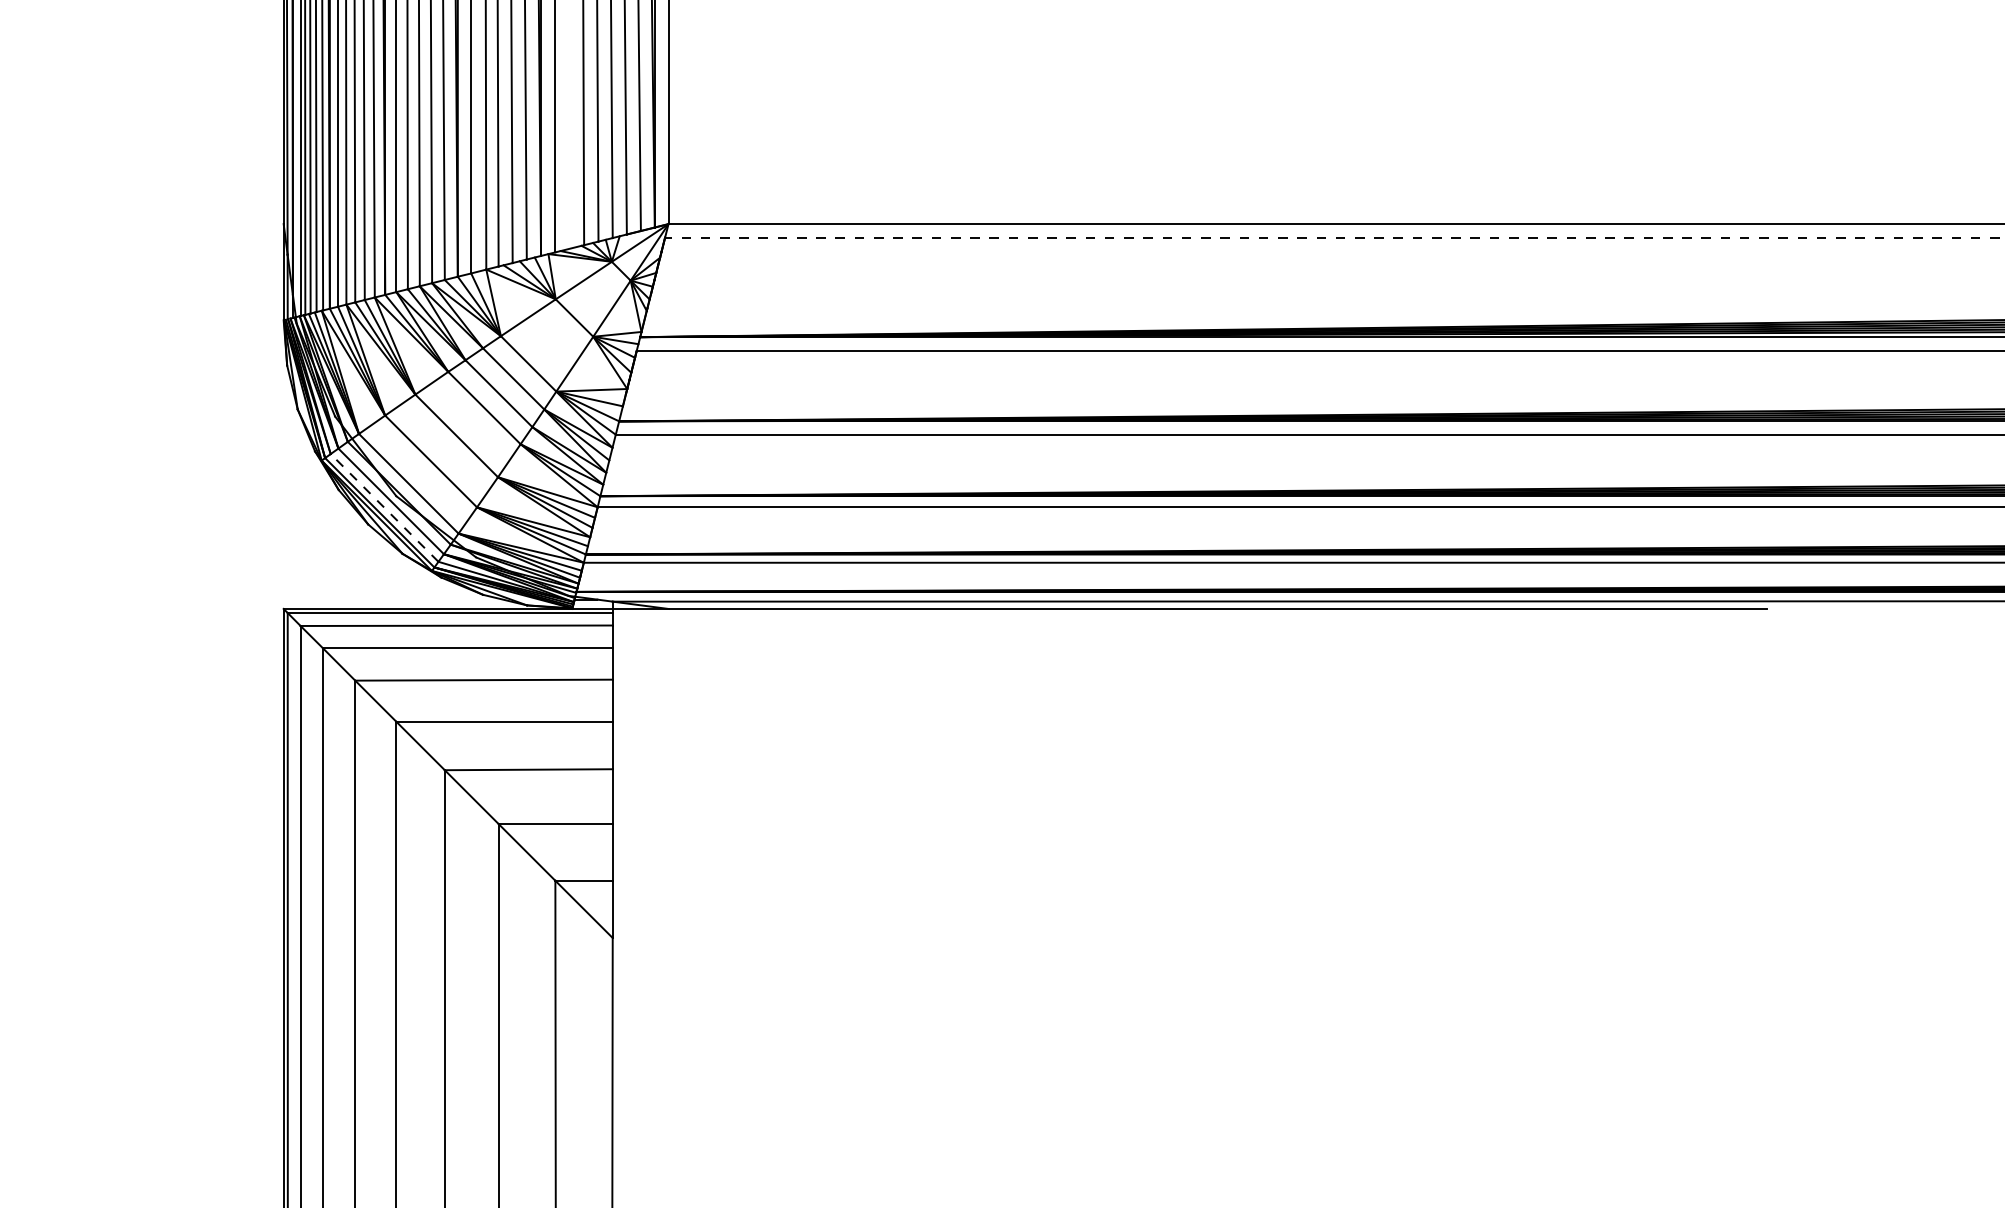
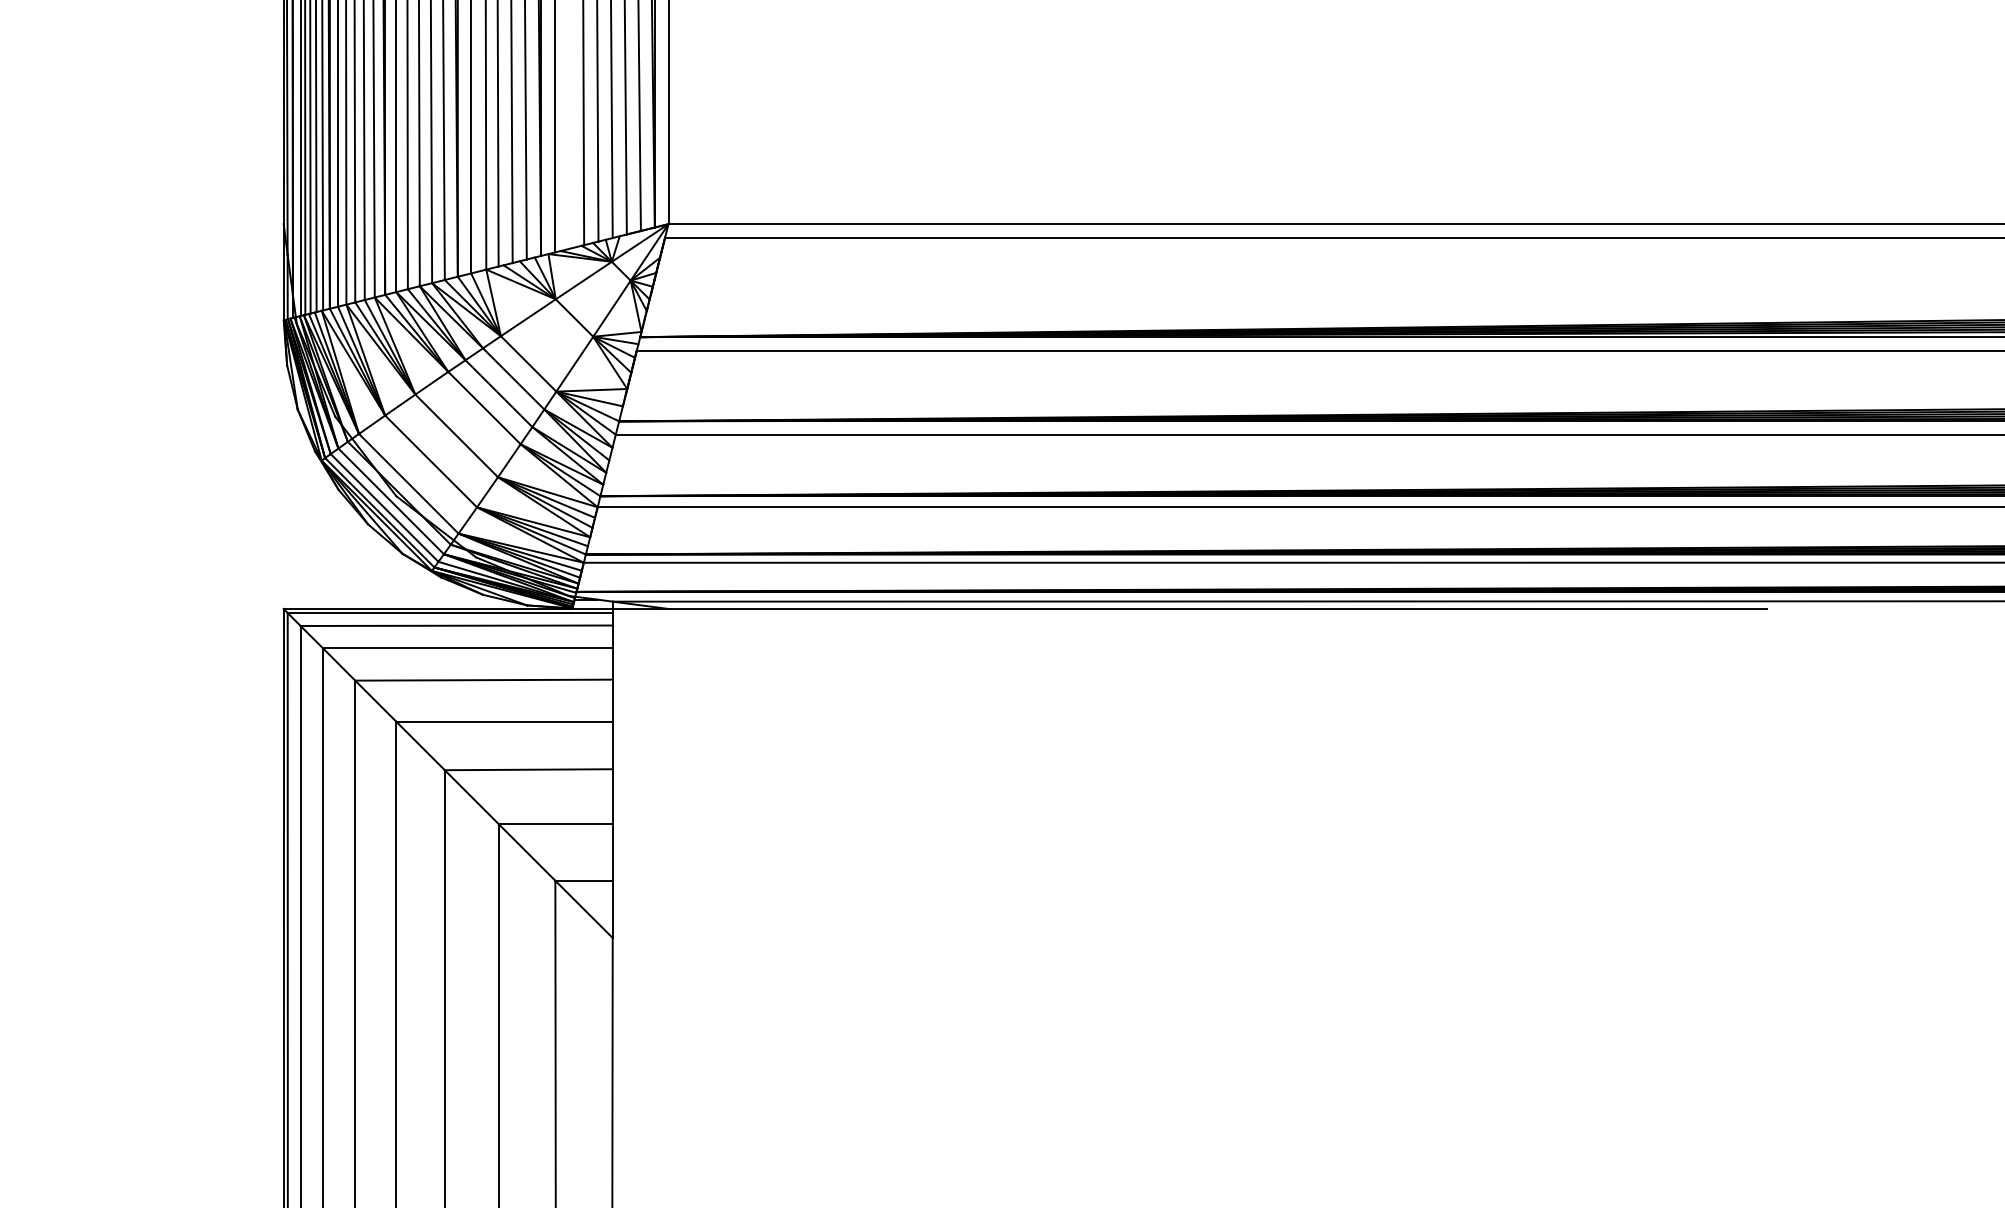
line at (1333, 237): dashed -> solid
line at (384, 507): dashed -> solid
